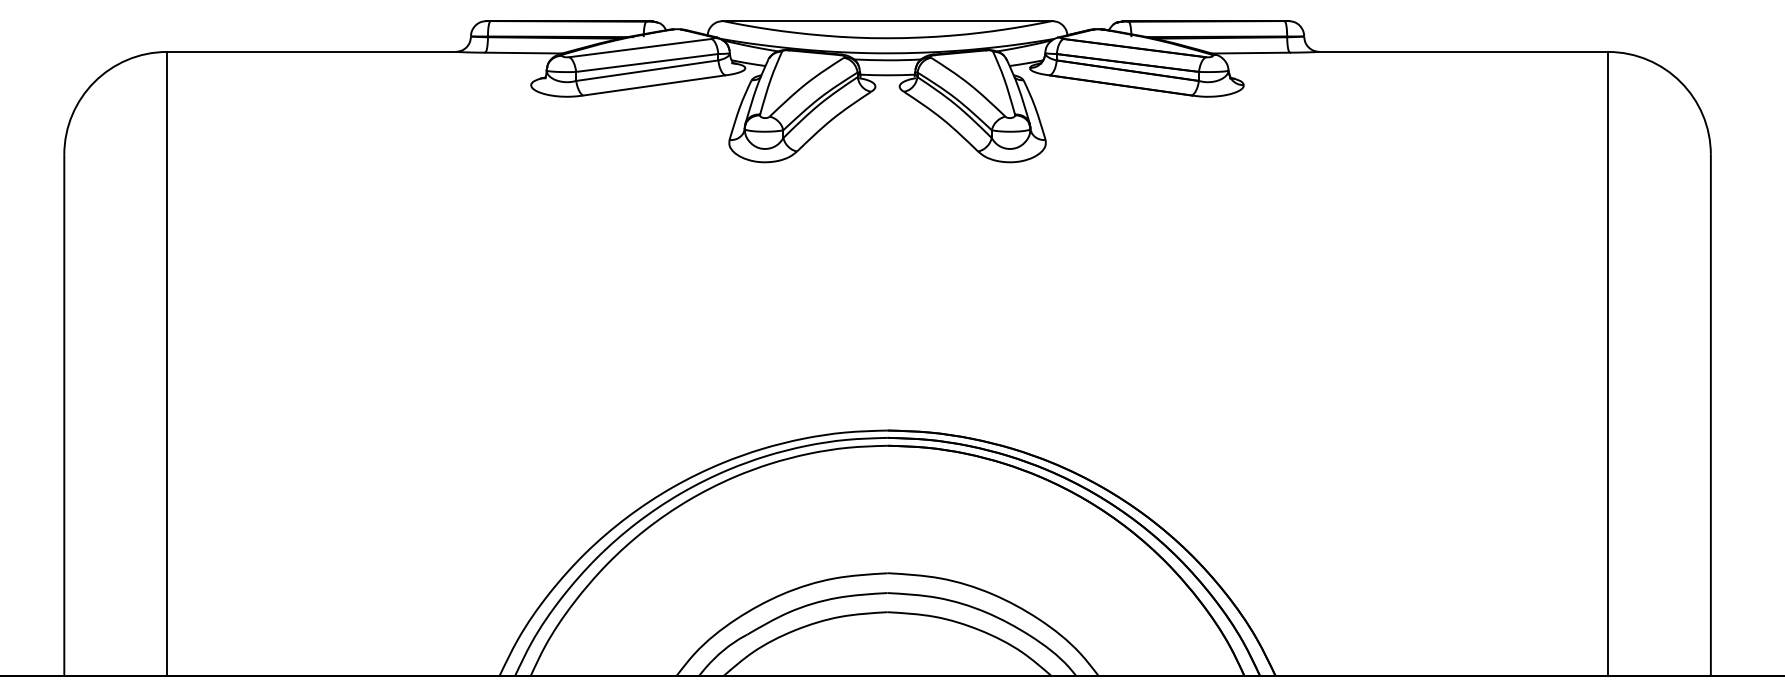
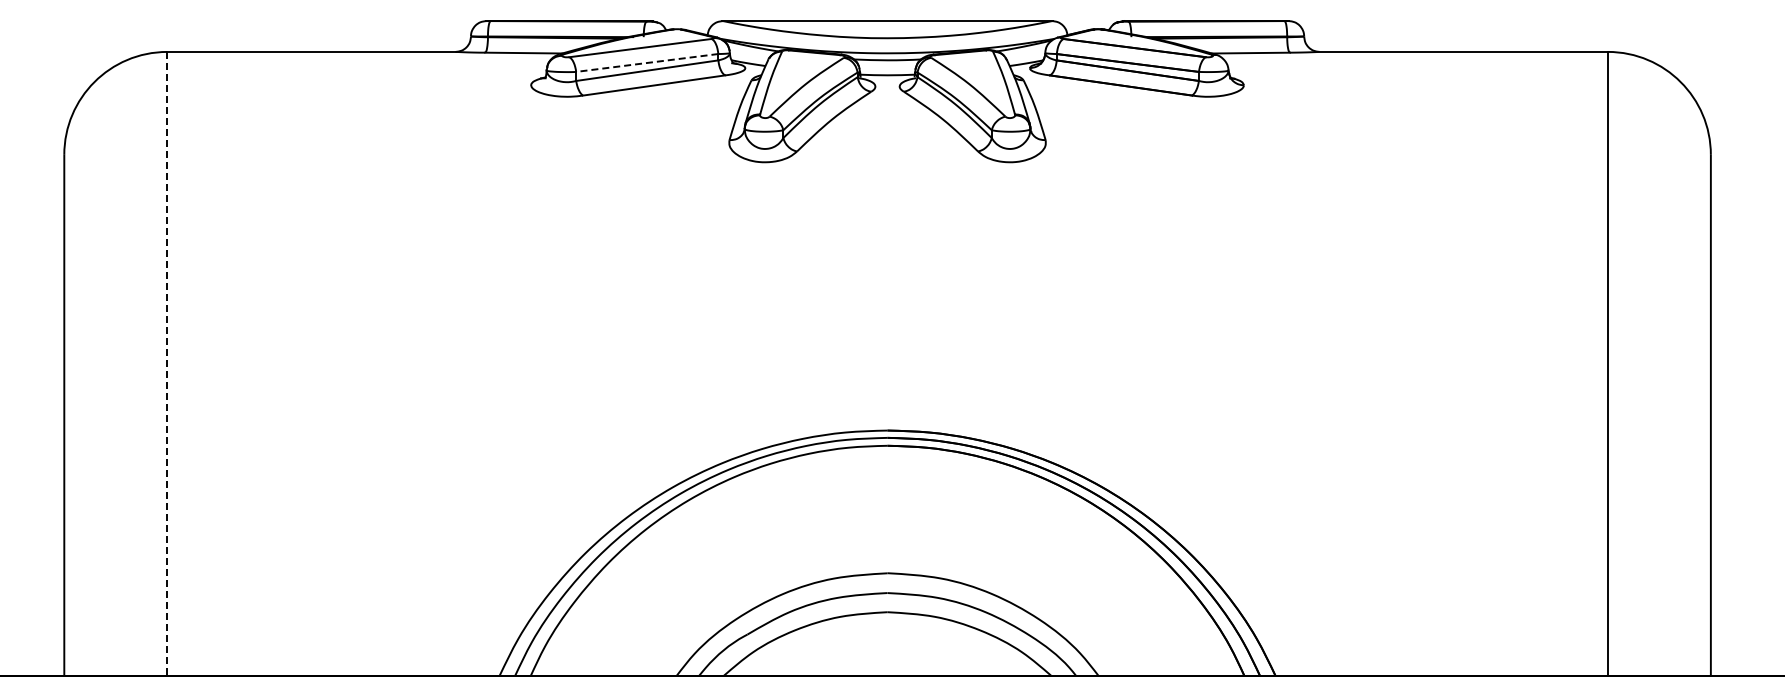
line at (647, 62): solid -> dashed
line at (167, 364): solid -> dashed
